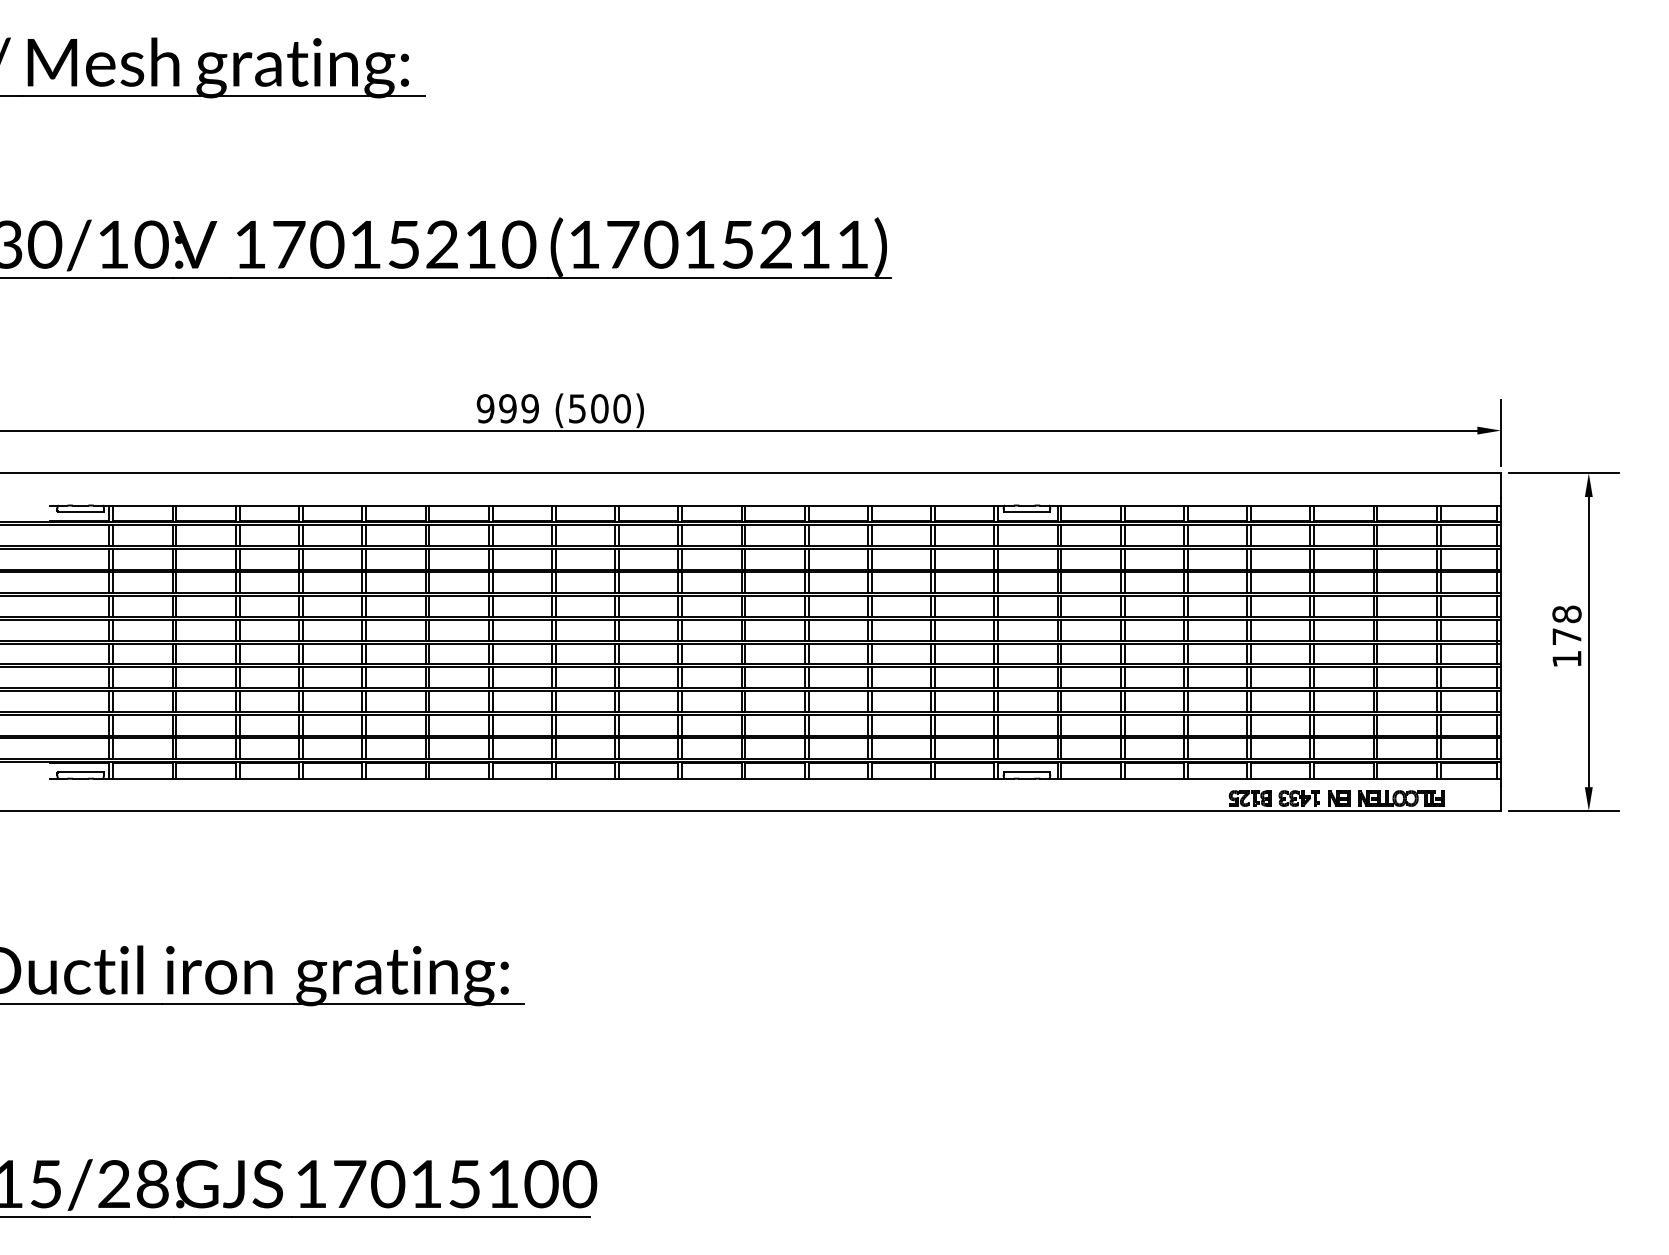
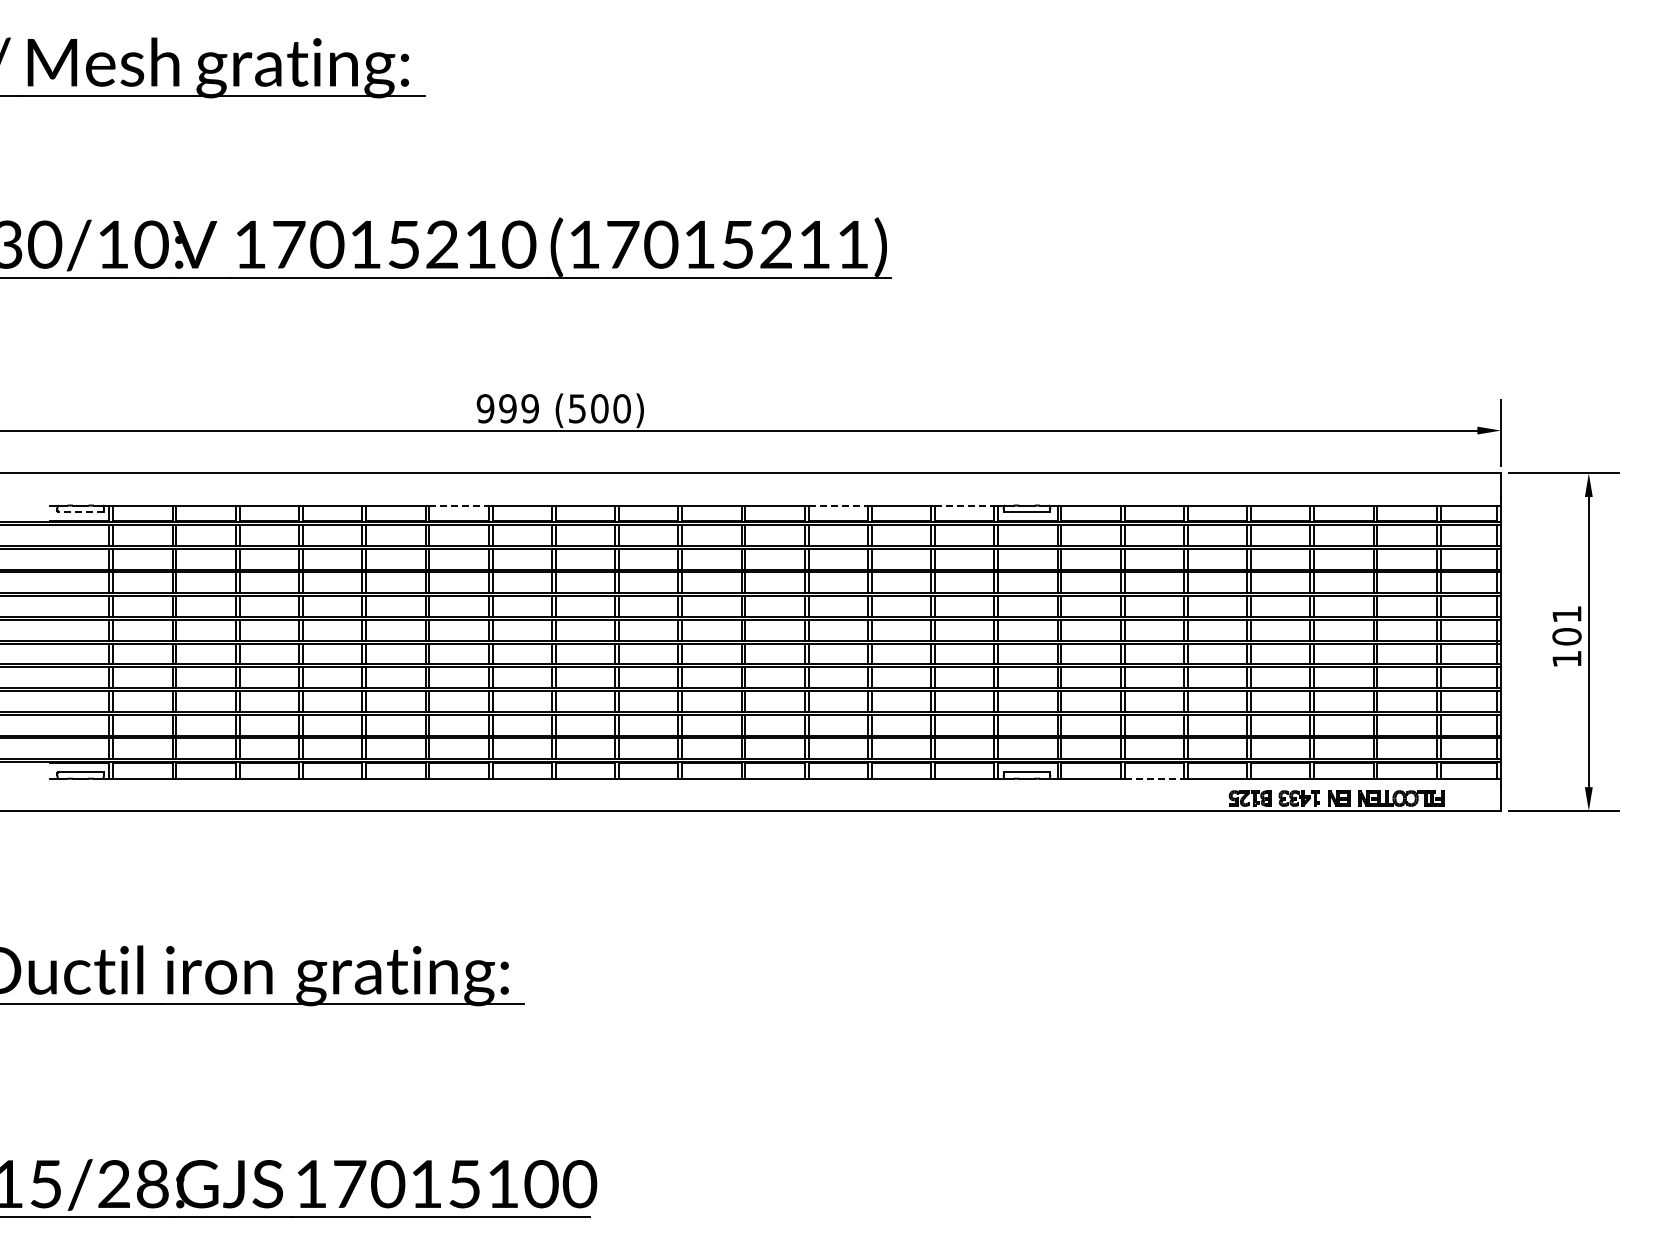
line at (459, 505): solid -> dashed
line at (838, 505): solid -> dashed
line at (964, 505): solid -> dashed
line at (80, 512): solid -> dashed
text at (1566, 625): 178 -> 101
line at (1154, 778): solid -> dashed
